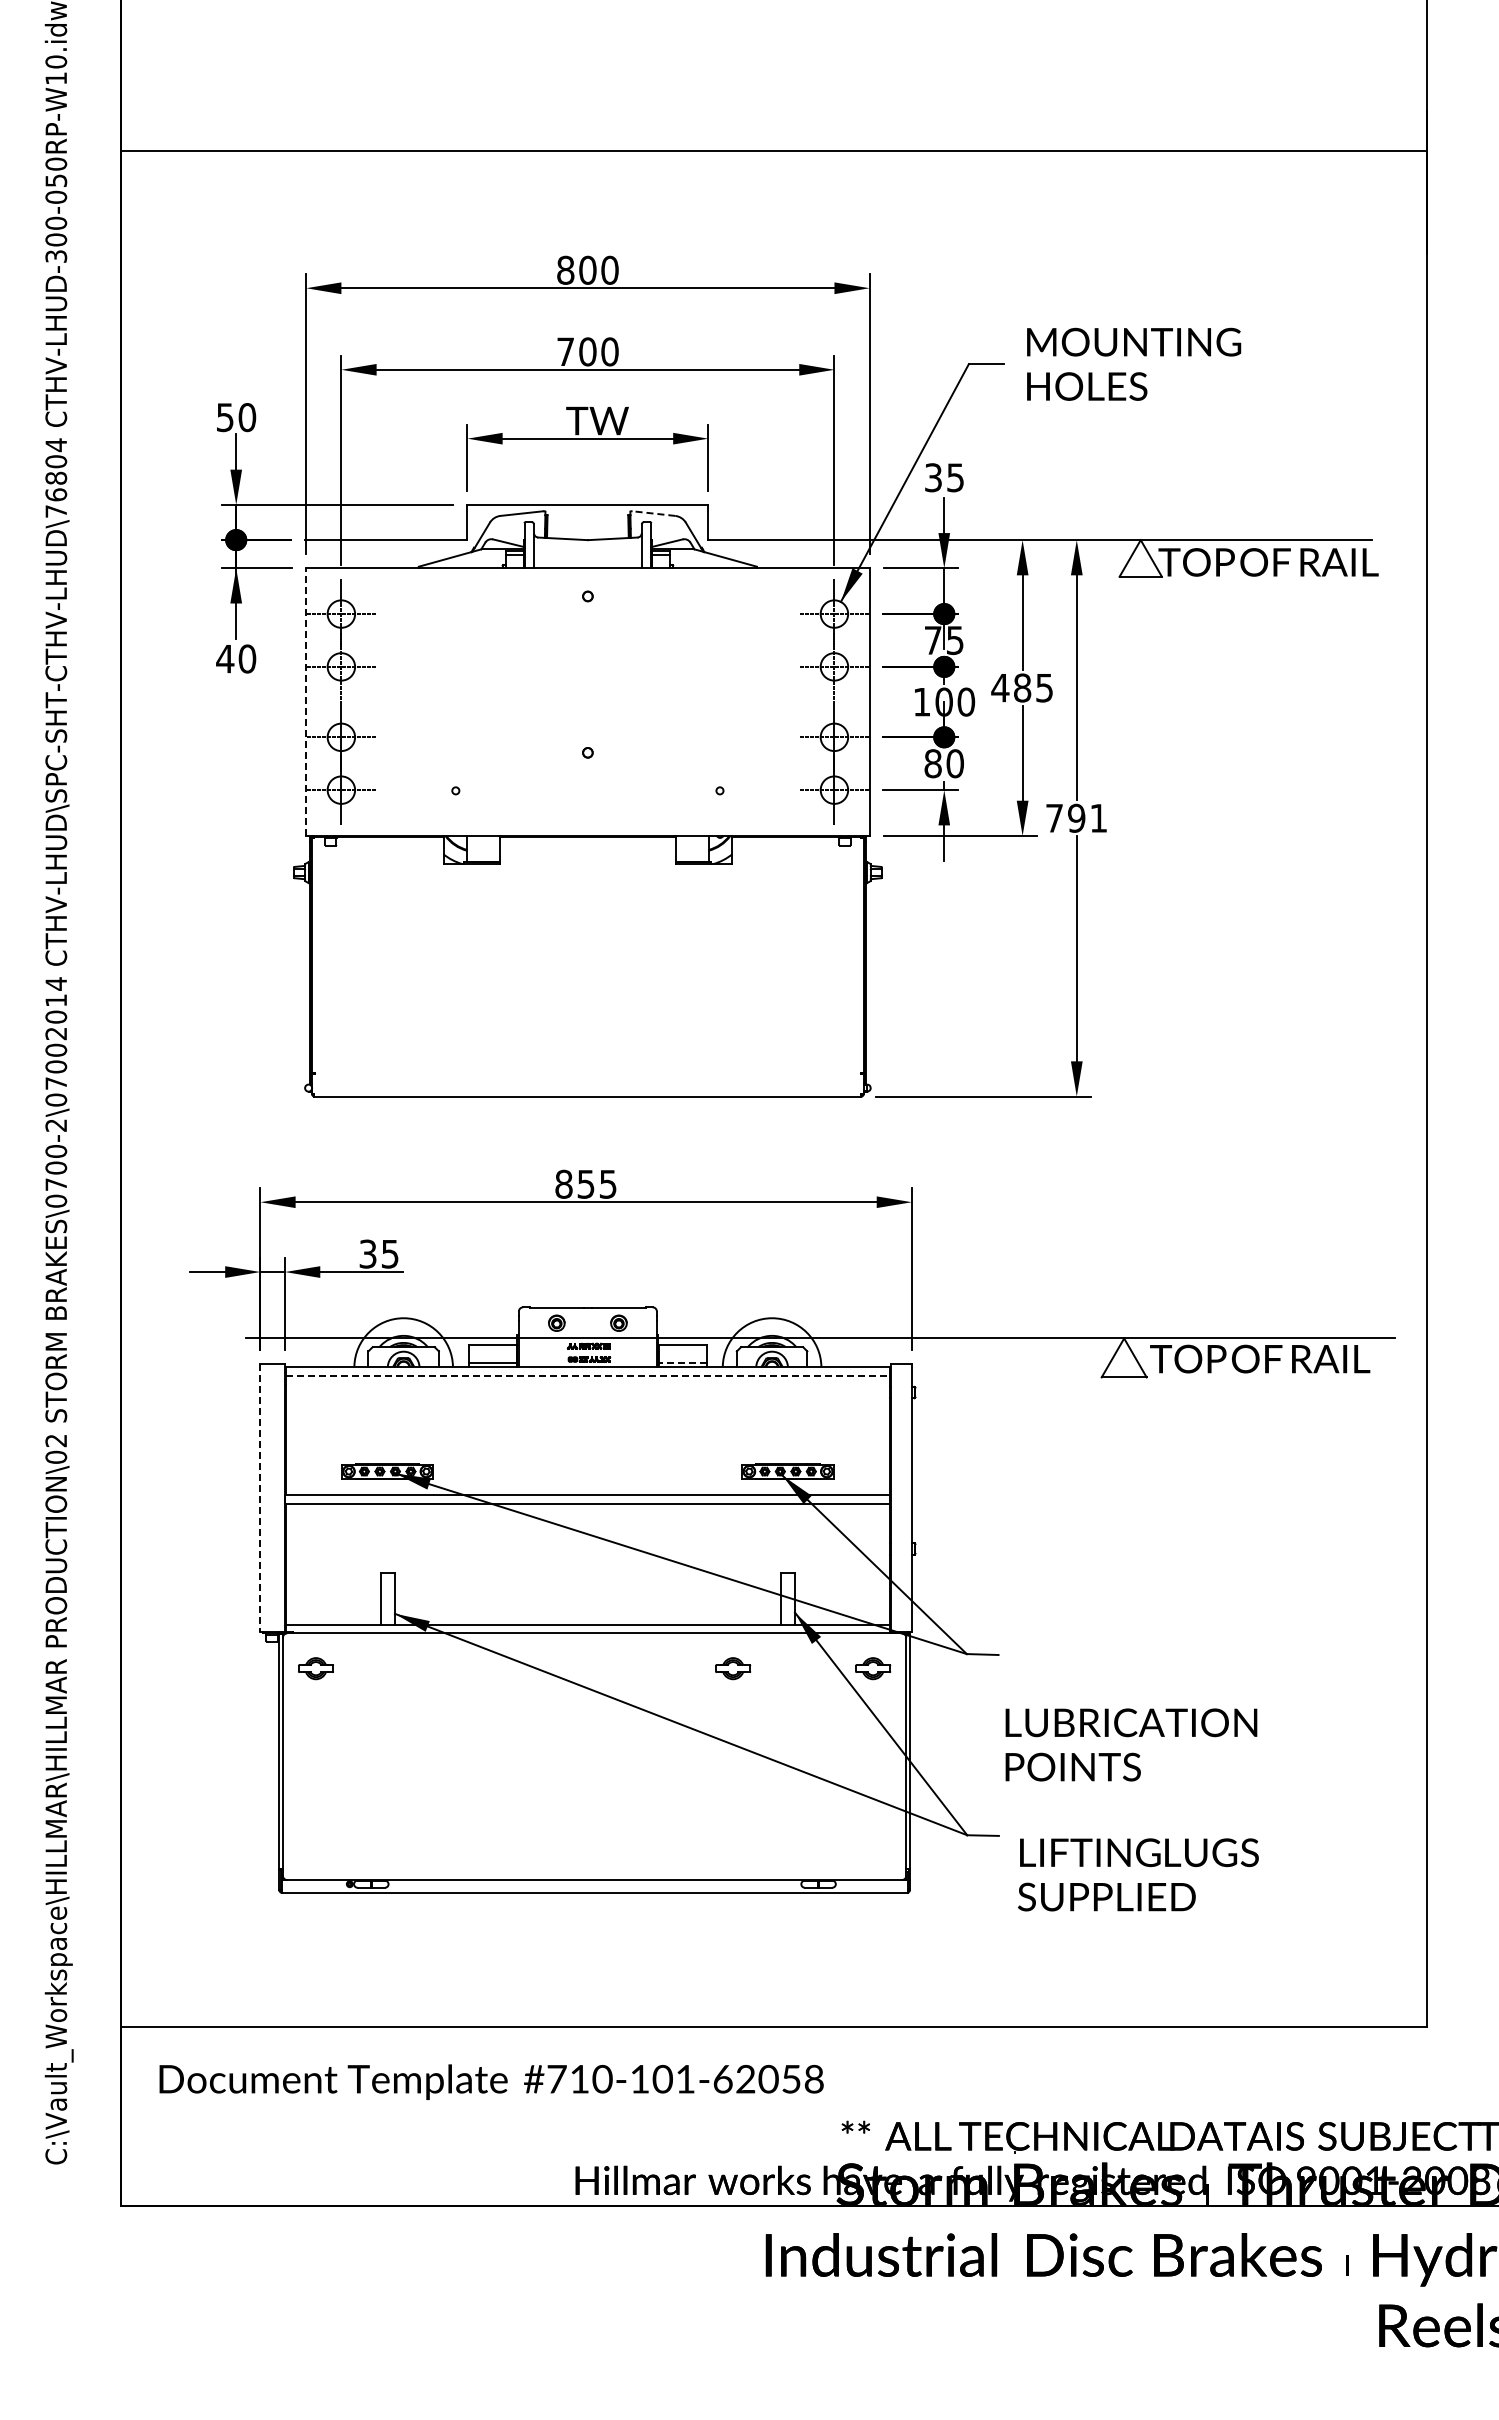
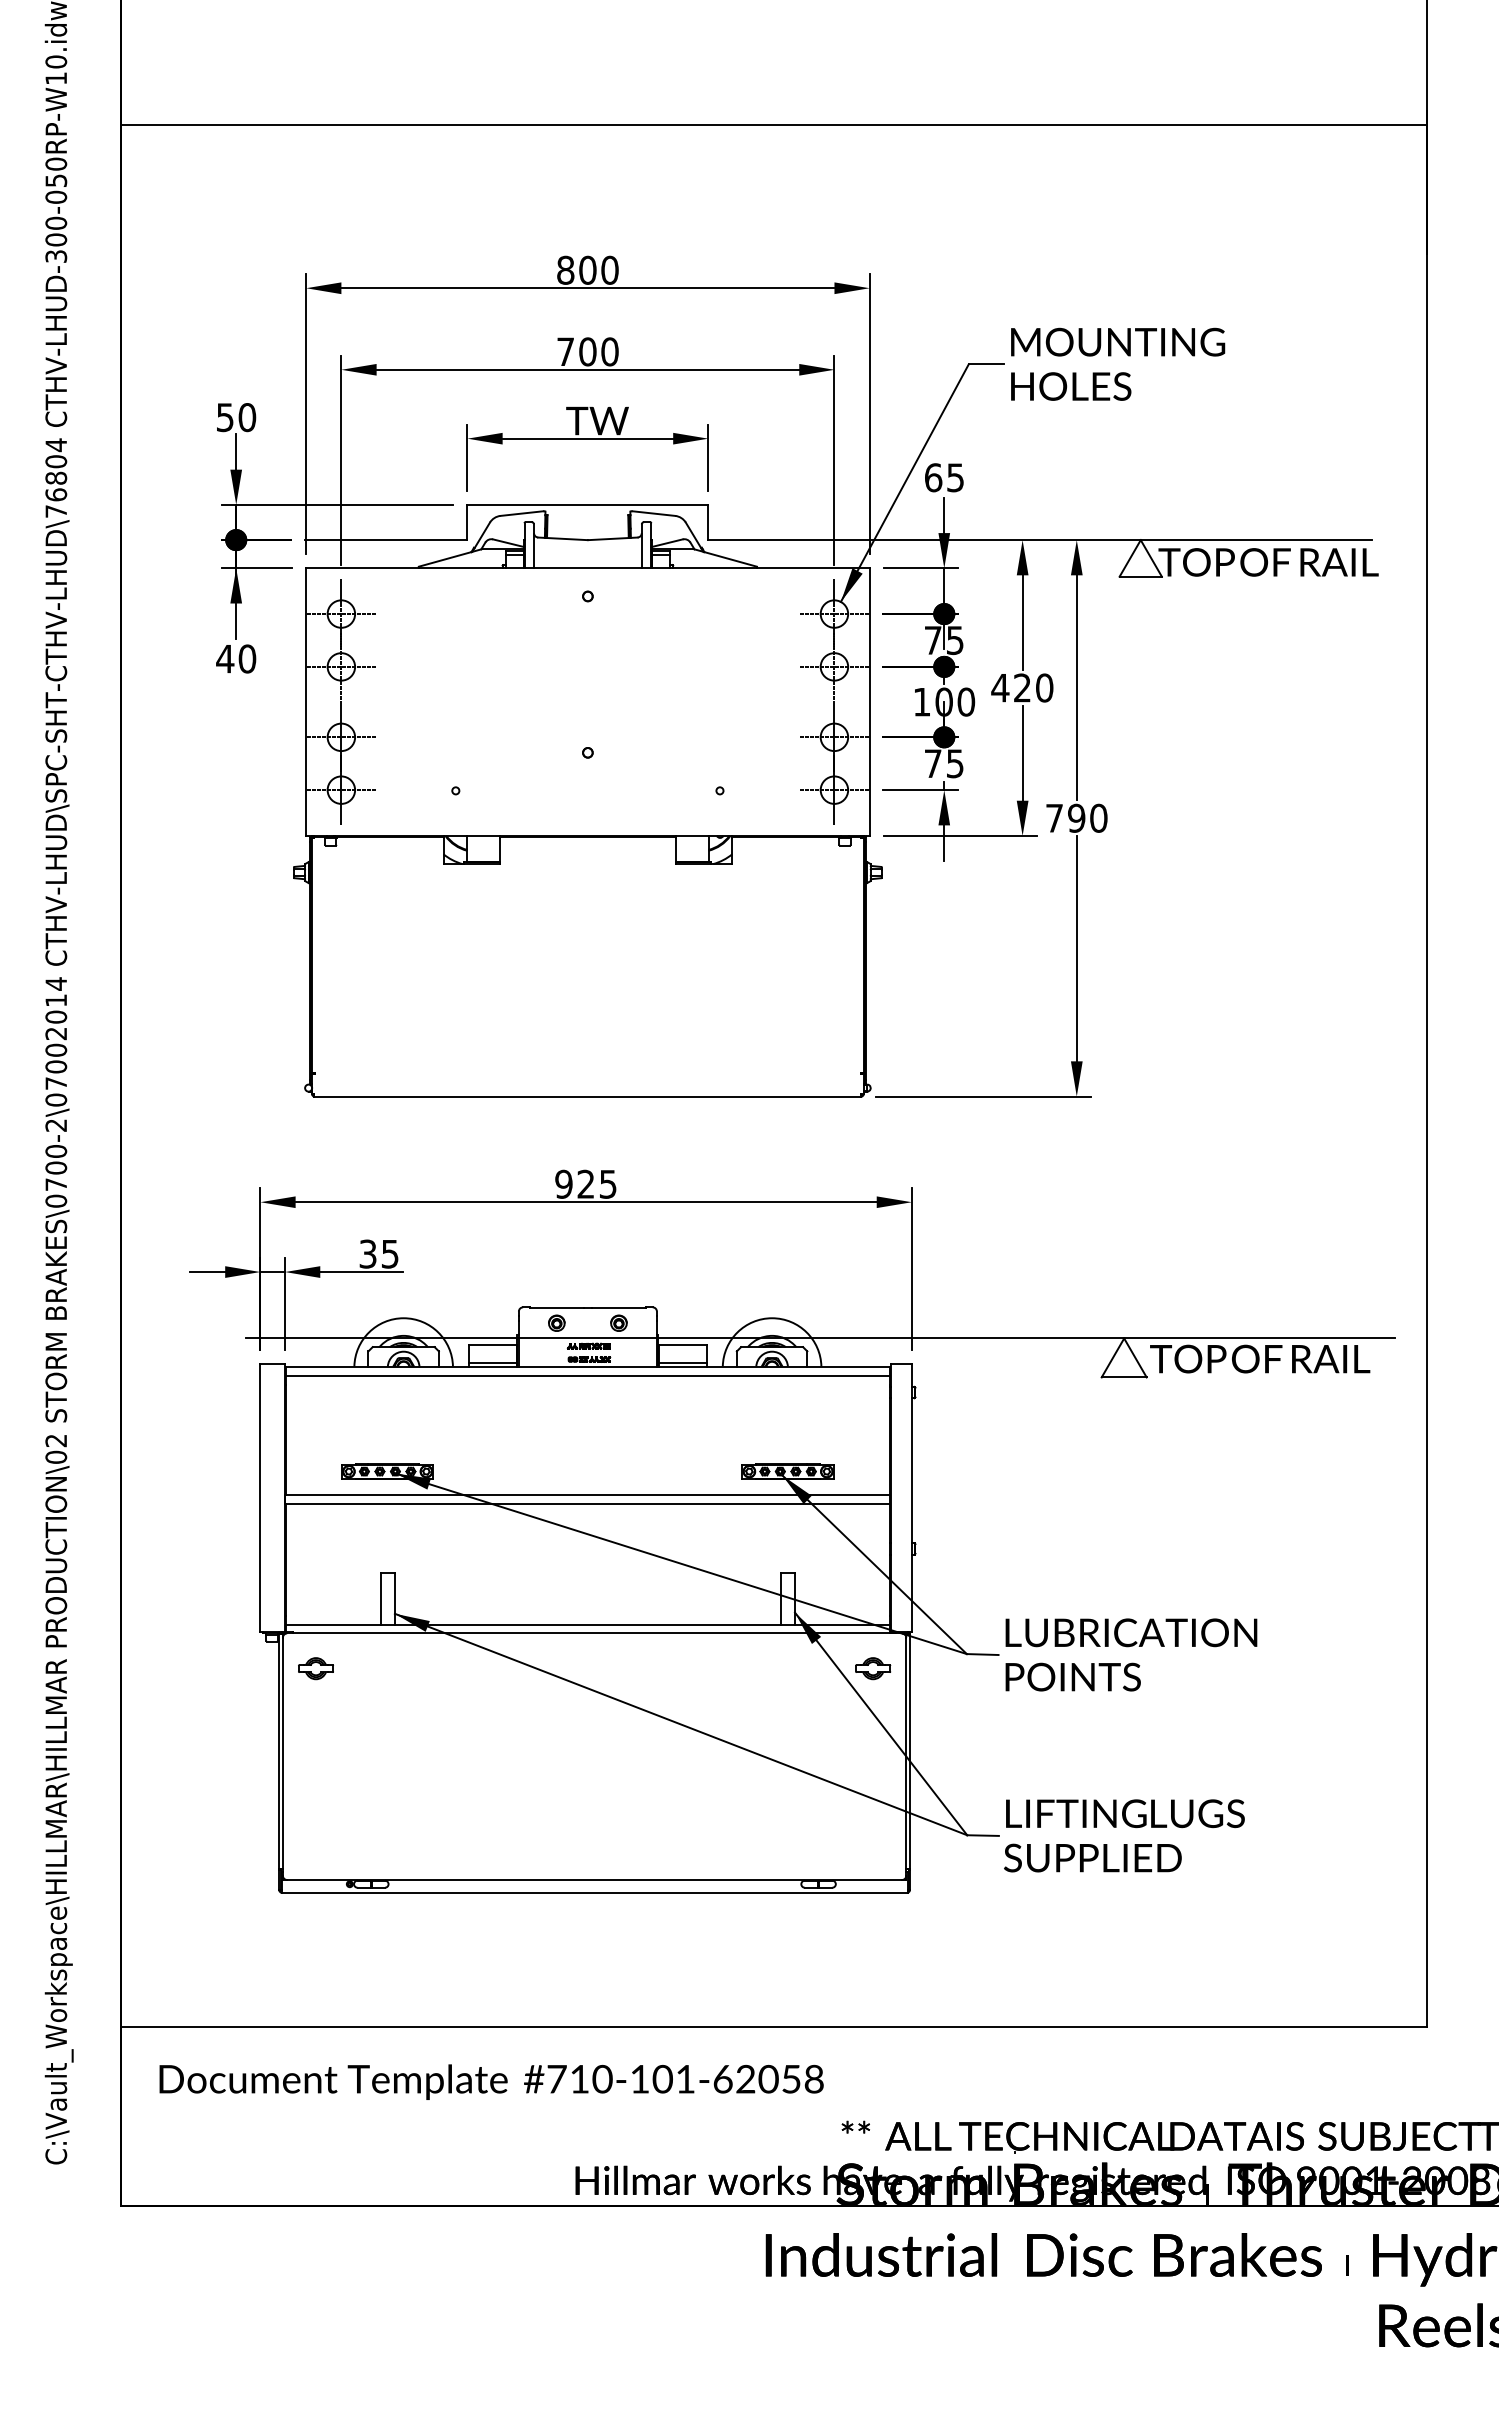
line at (773, 150) position: (773, 150) -> (773, 124)
text at (1134, 363) position: (1134, 363) -> (1118, 363)
text at (933, 477): 35 -> 65
line at (653, 513): dashed -> solid
text at (1033, 687): 485 -> 420
line at (306, 702): dashed -> solid
text at (943, 763): 80 -> 75
text at (1098, 817): 791 -> 790
text at (574, 1183): 855 -> 925
line at (682, 1362): dashed -> solid
line at (588, 1375): dashed -> solid
line at (260, 1498): dashed -> solid
part at (733, 1668): present -> none
text at (1131, 1744) position: (1131, 1744) -> (1131, 1654)
text at (1138, 1874) position: (1138, 1874) -> (1124, 1835)
